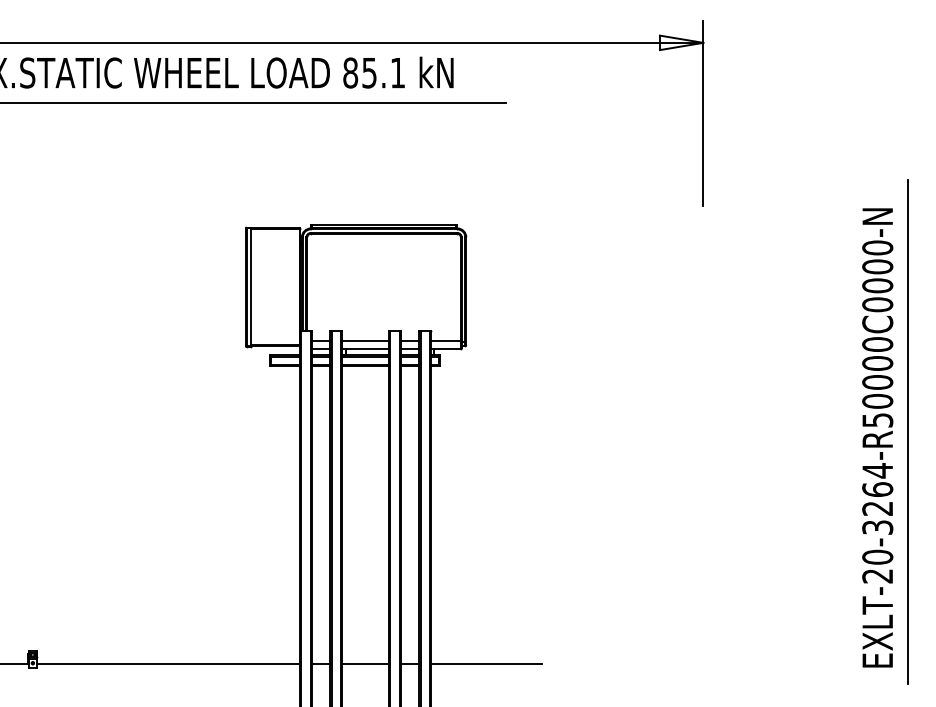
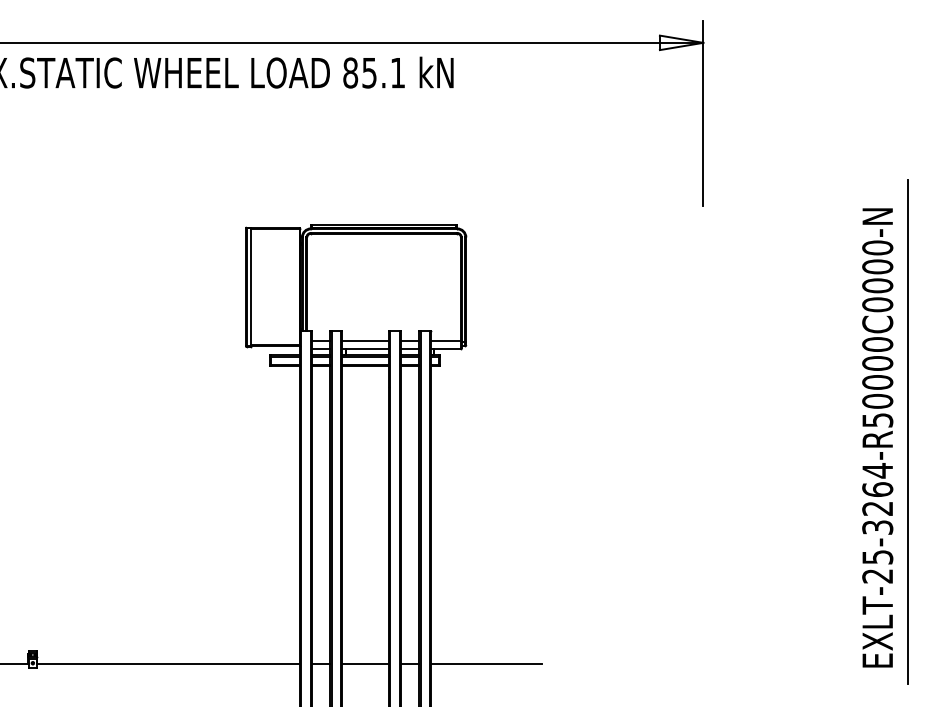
line at (253, 103): present -> none
text at (877, 556): EXLT-20-3264-R50000C0000-N -> EXLT-25-3264-R50000C0000-N
